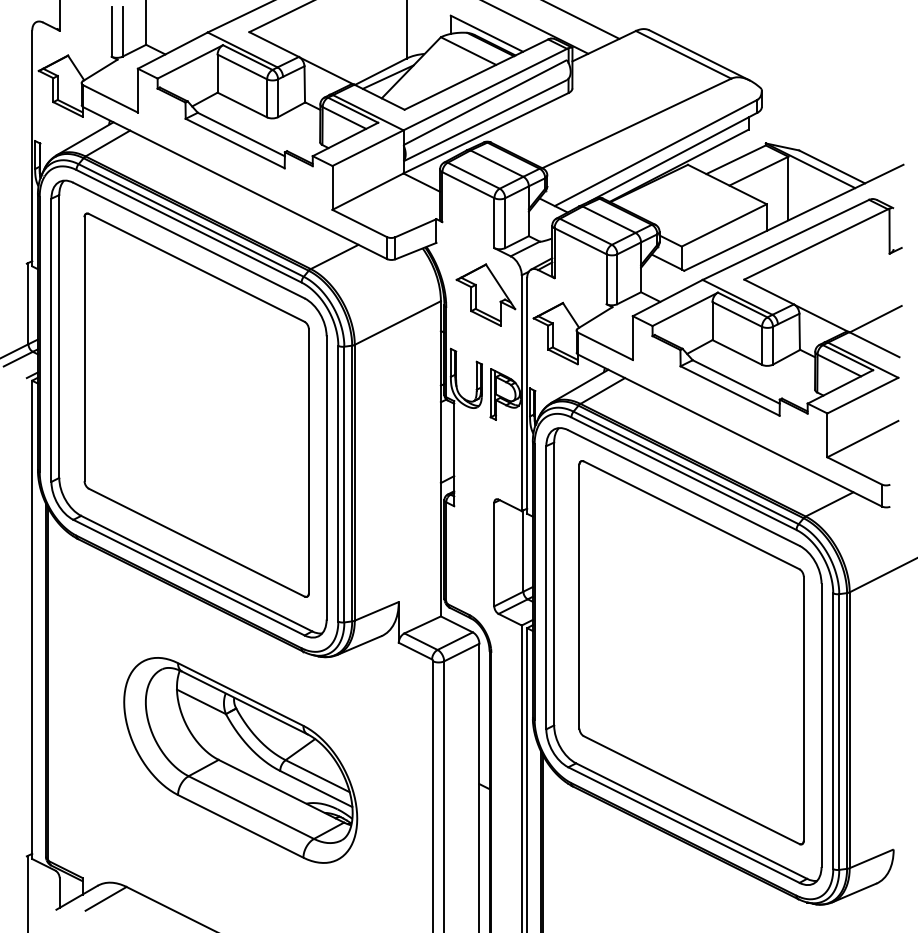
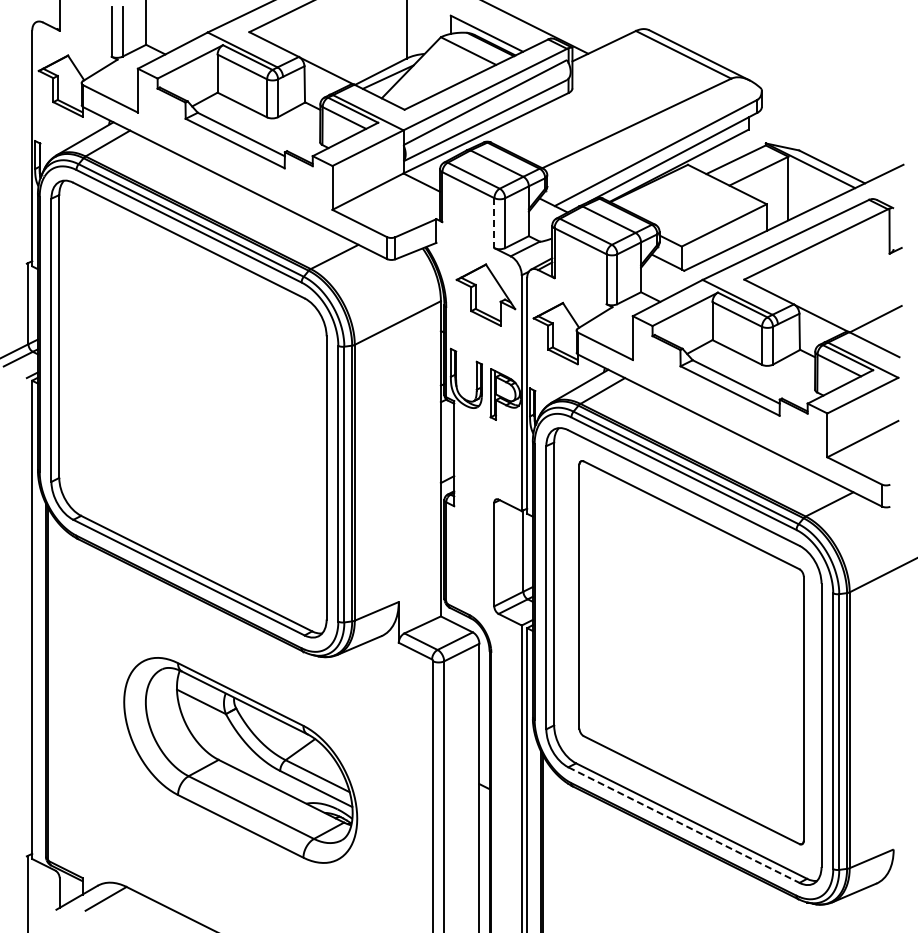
line at (582, 20): present -> none
line at (494, 223): solid -> dashed
part at (196, 404): present -> none
line at (684, 825): solid -> dashed
